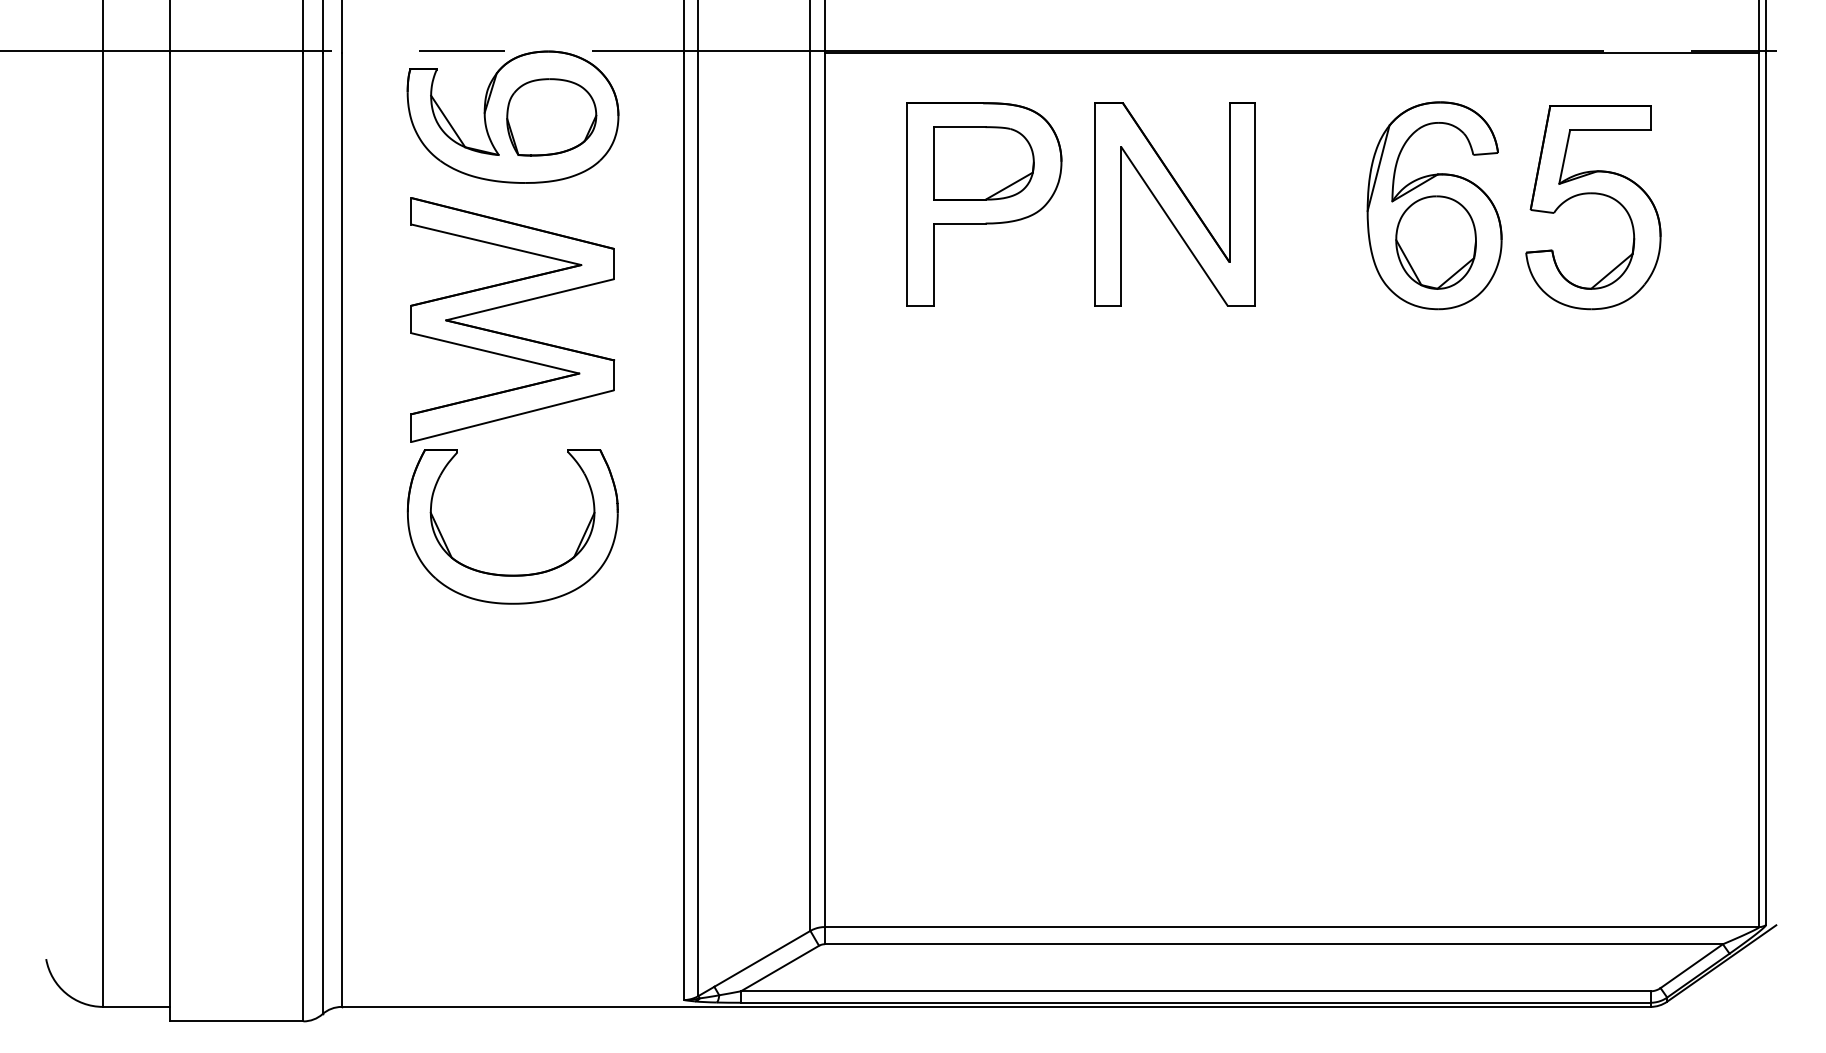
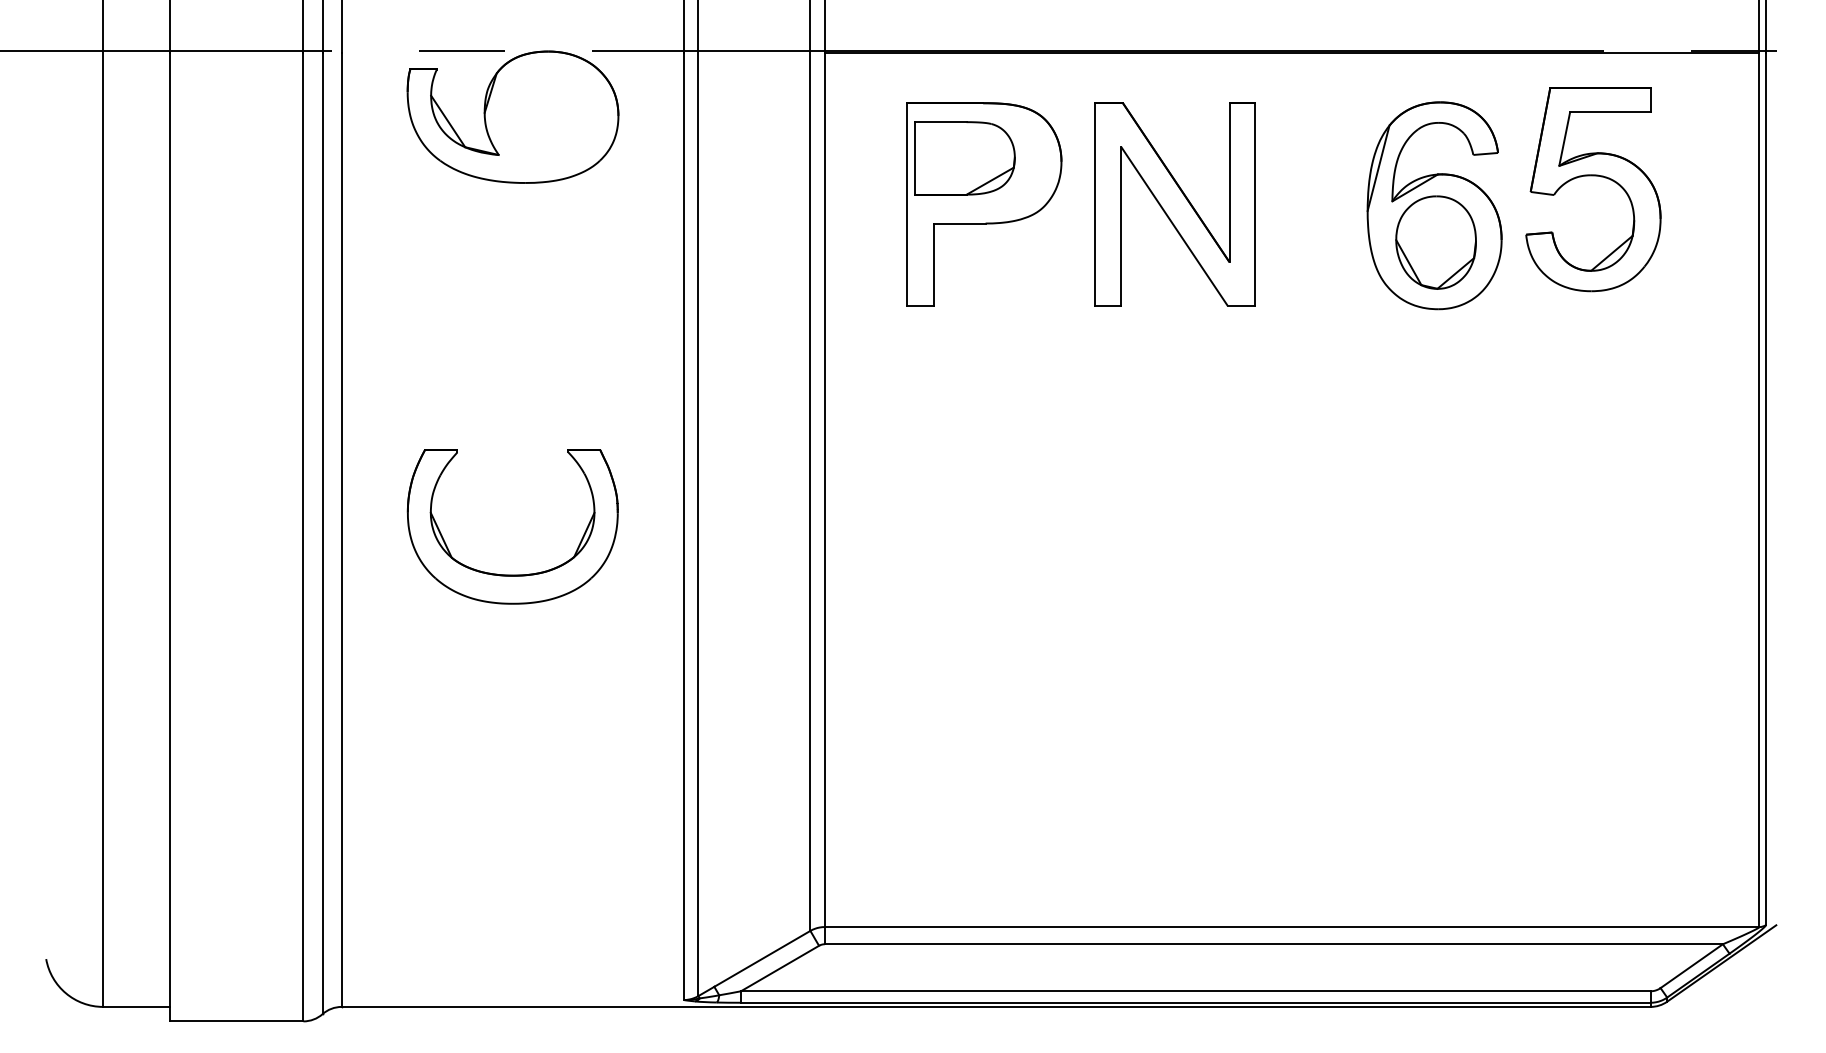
part at (551, 117): present -> none
part at (983, 163) position: (983, 163) -> (964, 158)
part at (1593, 194) position: (1593, 194) -> (1593, 176)
part at (507, 306): present -> none
